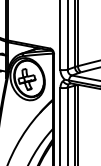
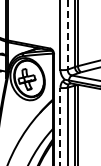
line at (67, 35): solid -> dashed
line at (60, 126): solid -> dashed
